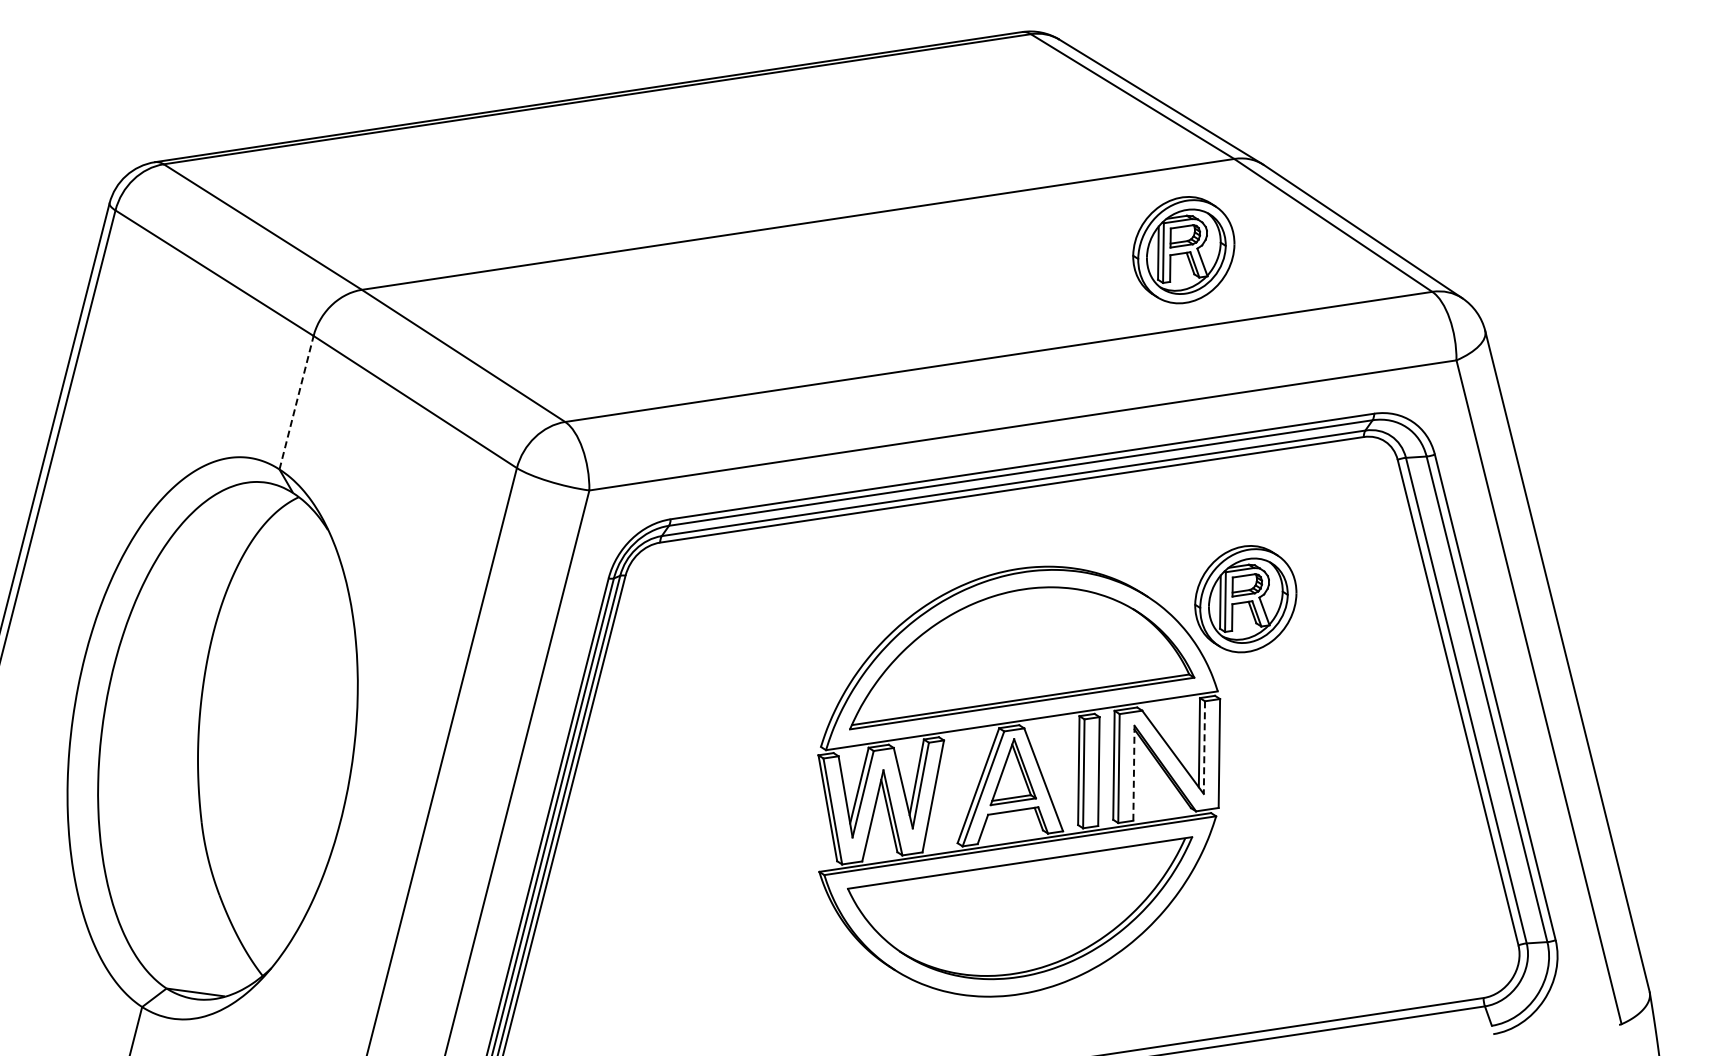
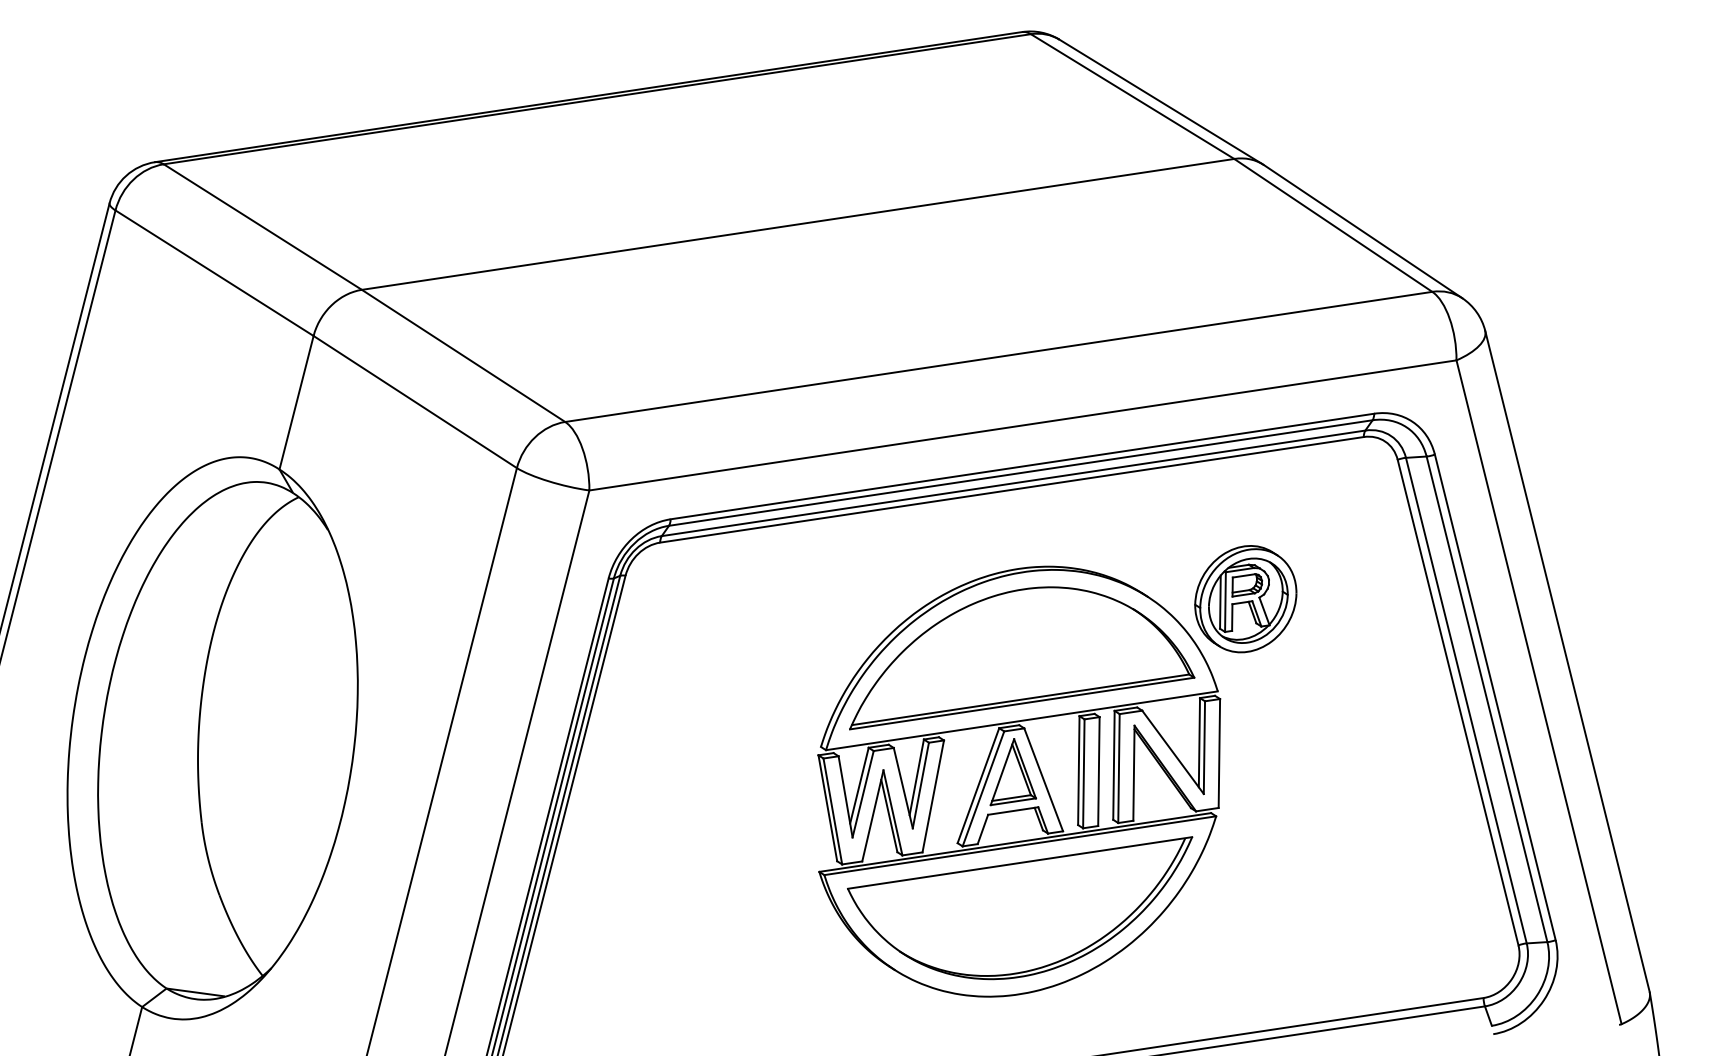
part at (1183, 250): present -> none
line at (296, 402): dashed -> solid
line at (1204, 748): dashed -> solid
line at (1133, 773): dashed -> solid
